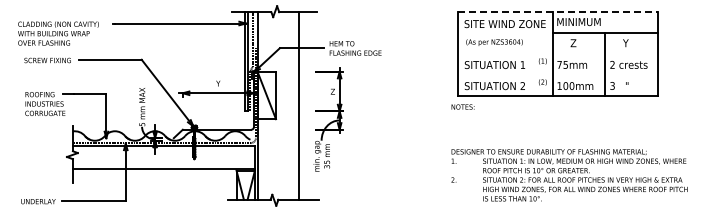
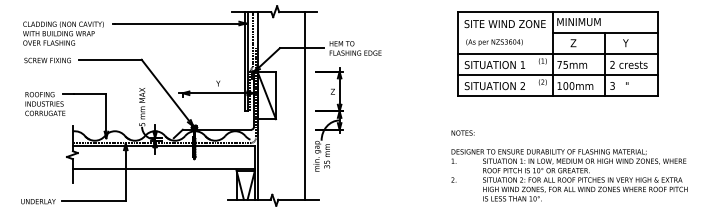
line at (558, 12): dashed -> solid
text at (58, 33) position: (58, 33) -> (63, 33)
line at (557, 54): none -> present
line at (557, 75): none -> present
line at (298, 105) position: (298, 105) -> (304, 105)
text at (462, 106) position: (462, 106) -> (462, 132)
